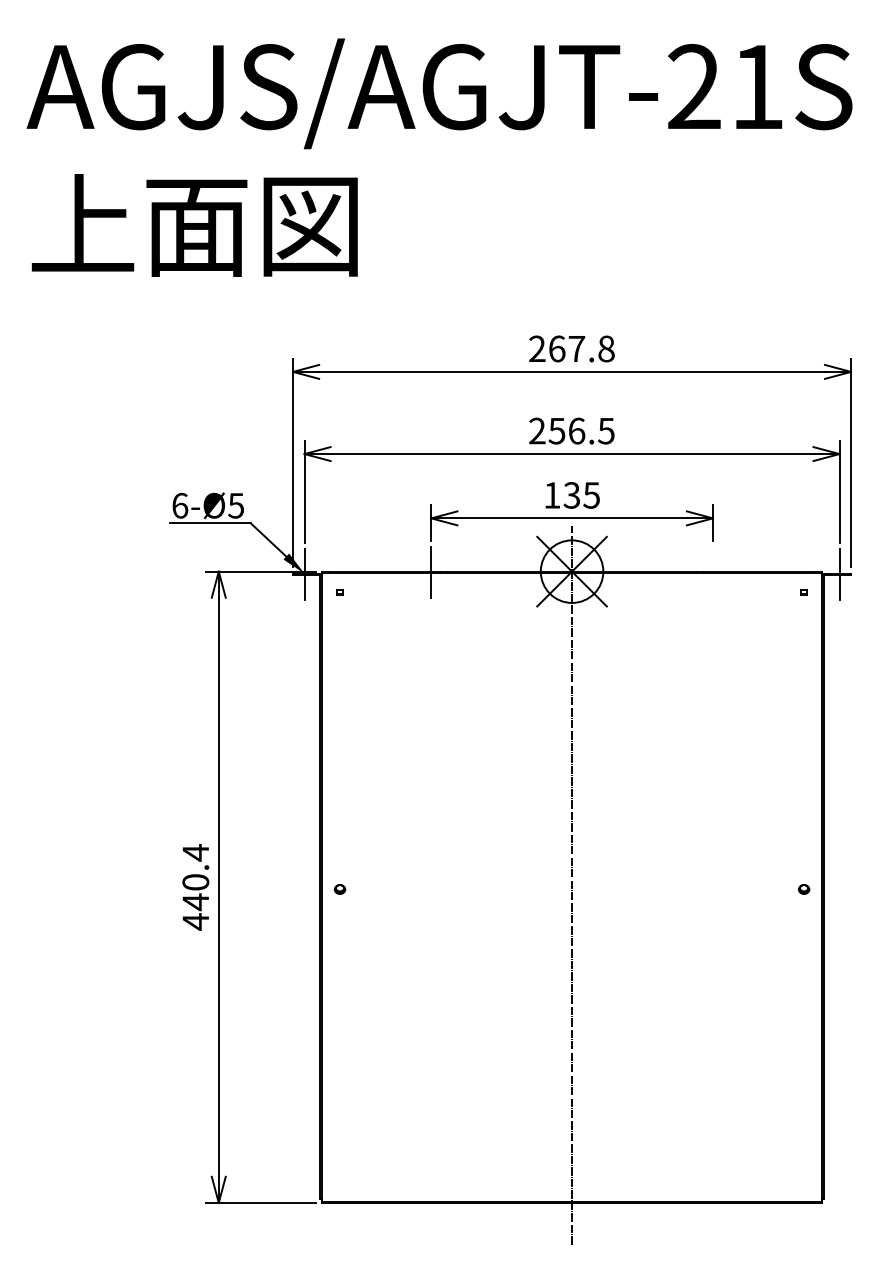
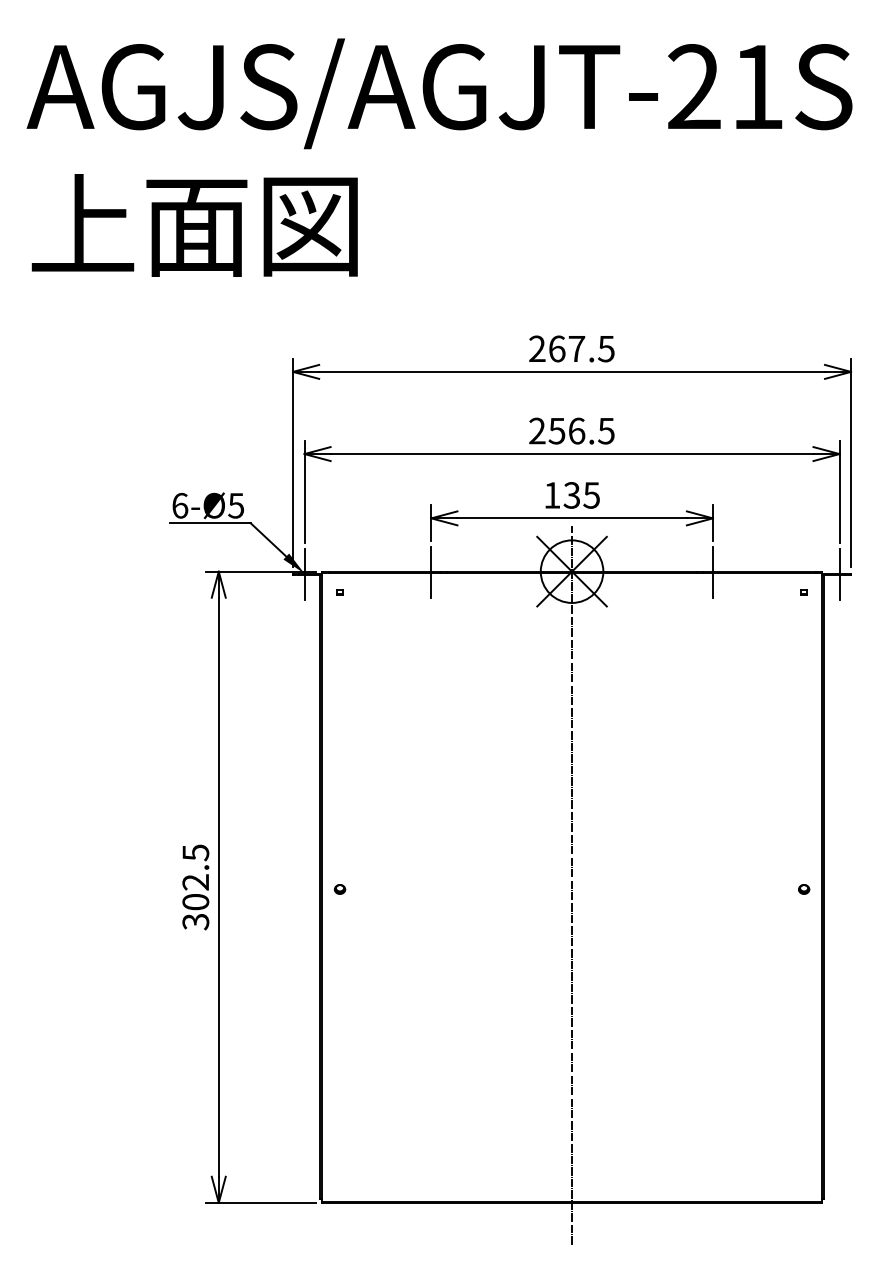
text at (606, 348): 267.8 -> 267.5
line at (712, 572): none -> present
text at (195, 887): 440.4 -> 302.5
